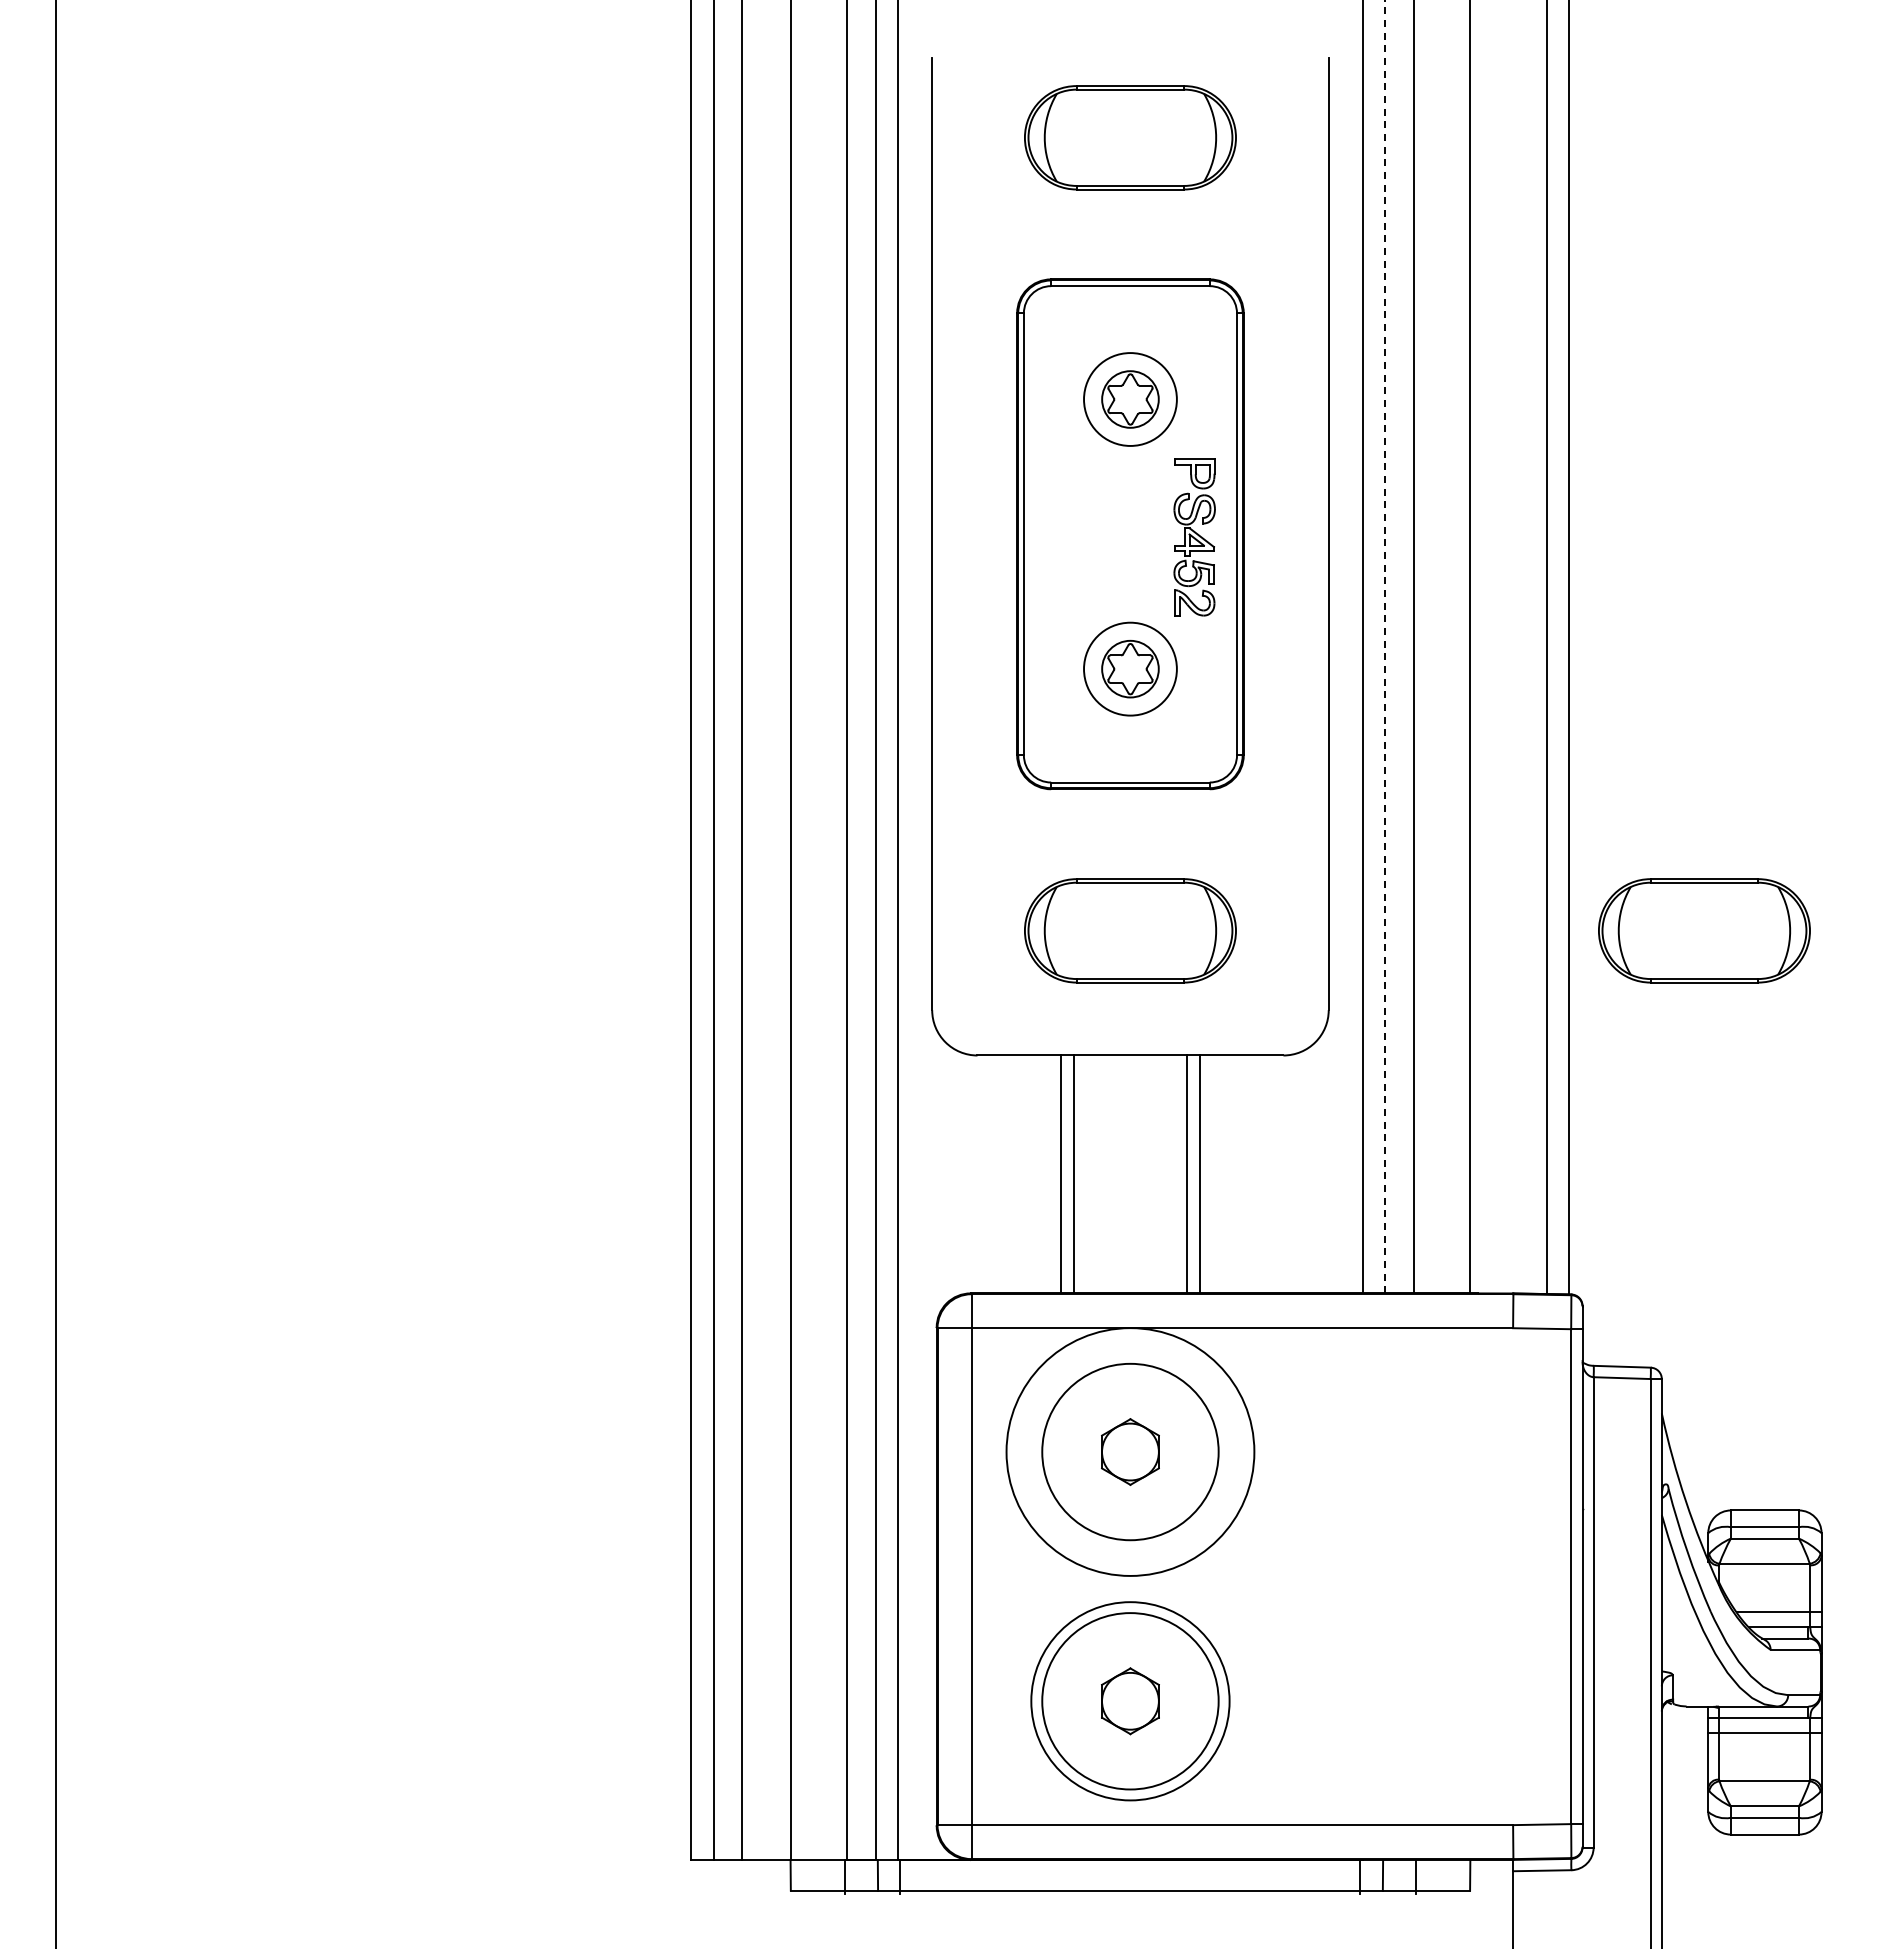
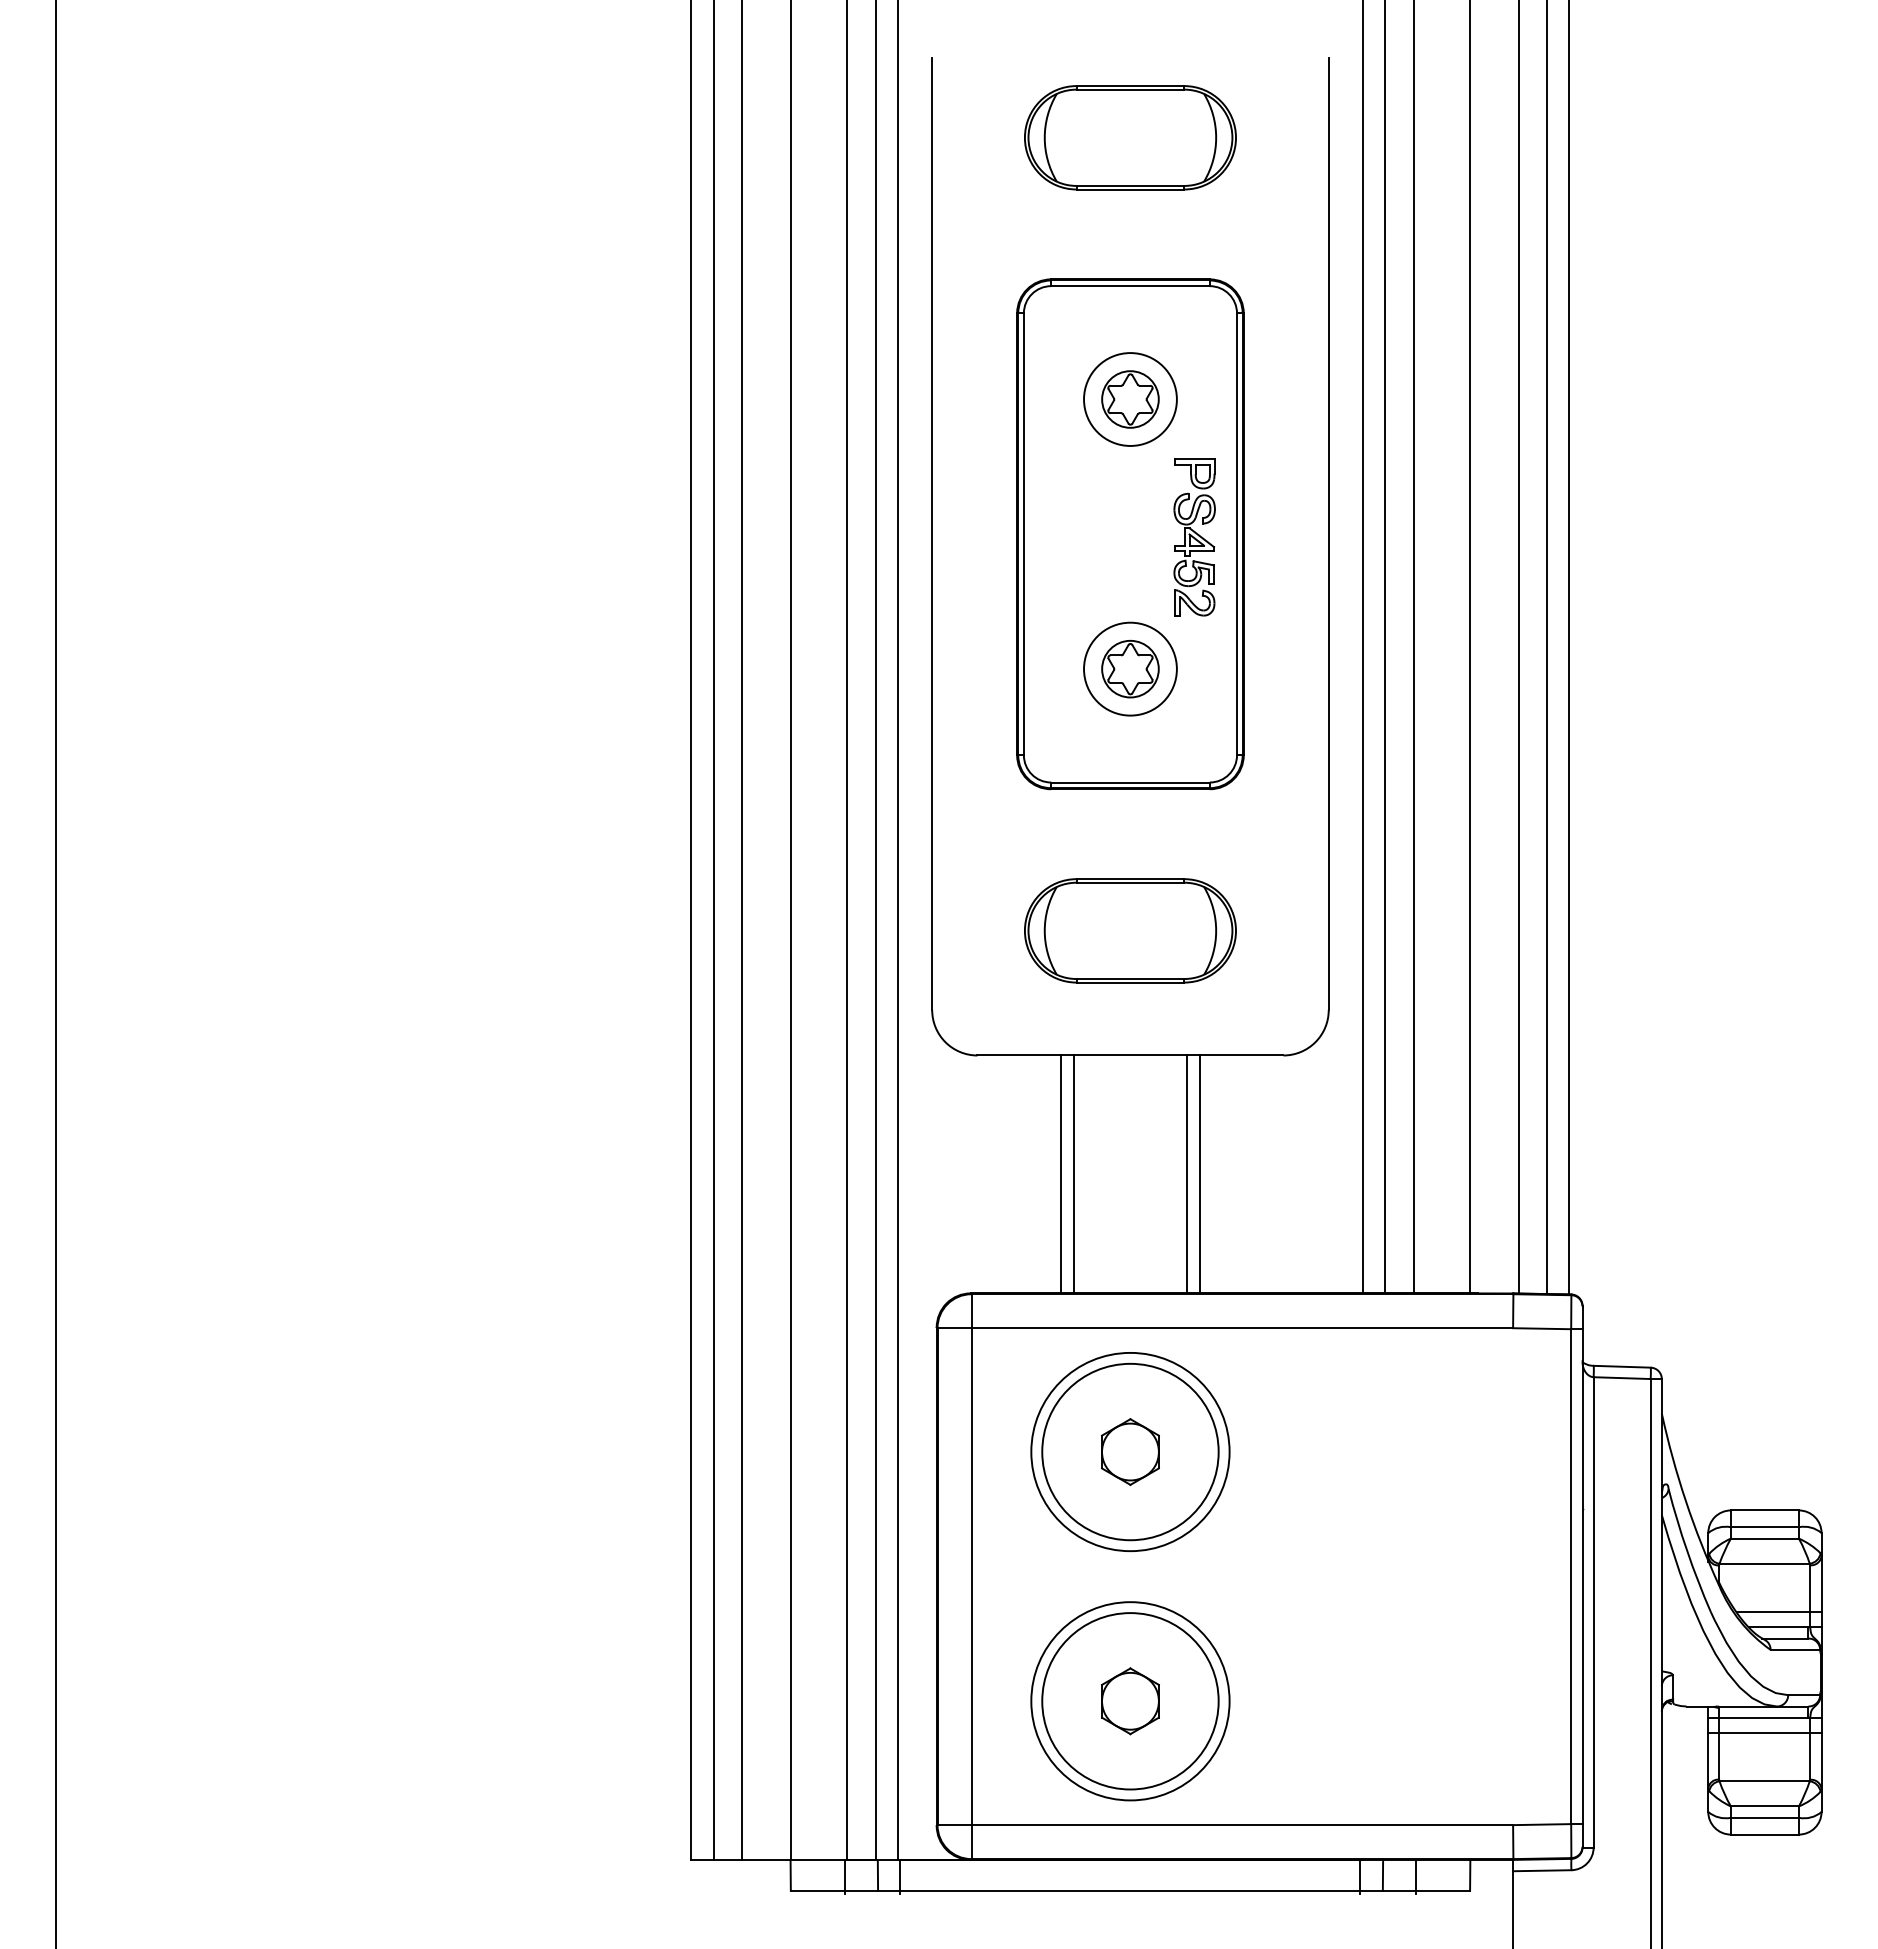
line at (1385, 646): dashed -> solid
line at (1518, 647): none -> present
part at (1704, 930): present -> none
circle at (1130, 1451) diameter: 248 px -> 198 px
